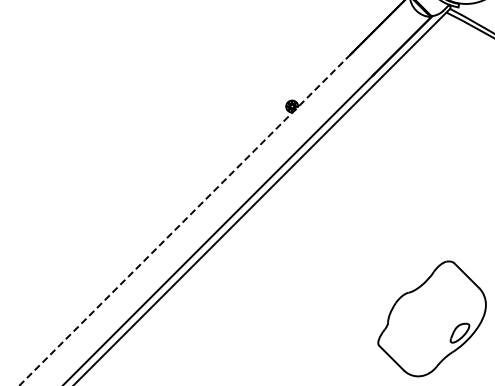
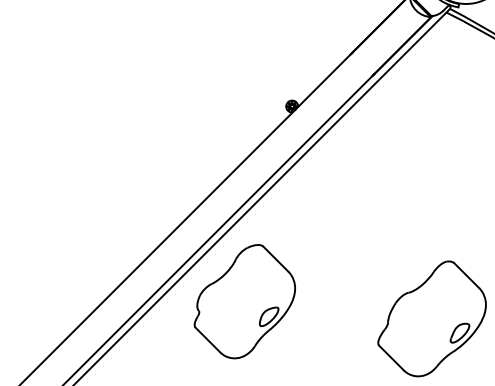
line at (184, 220): dashed -> solid
part at (244, 301): none -> present
